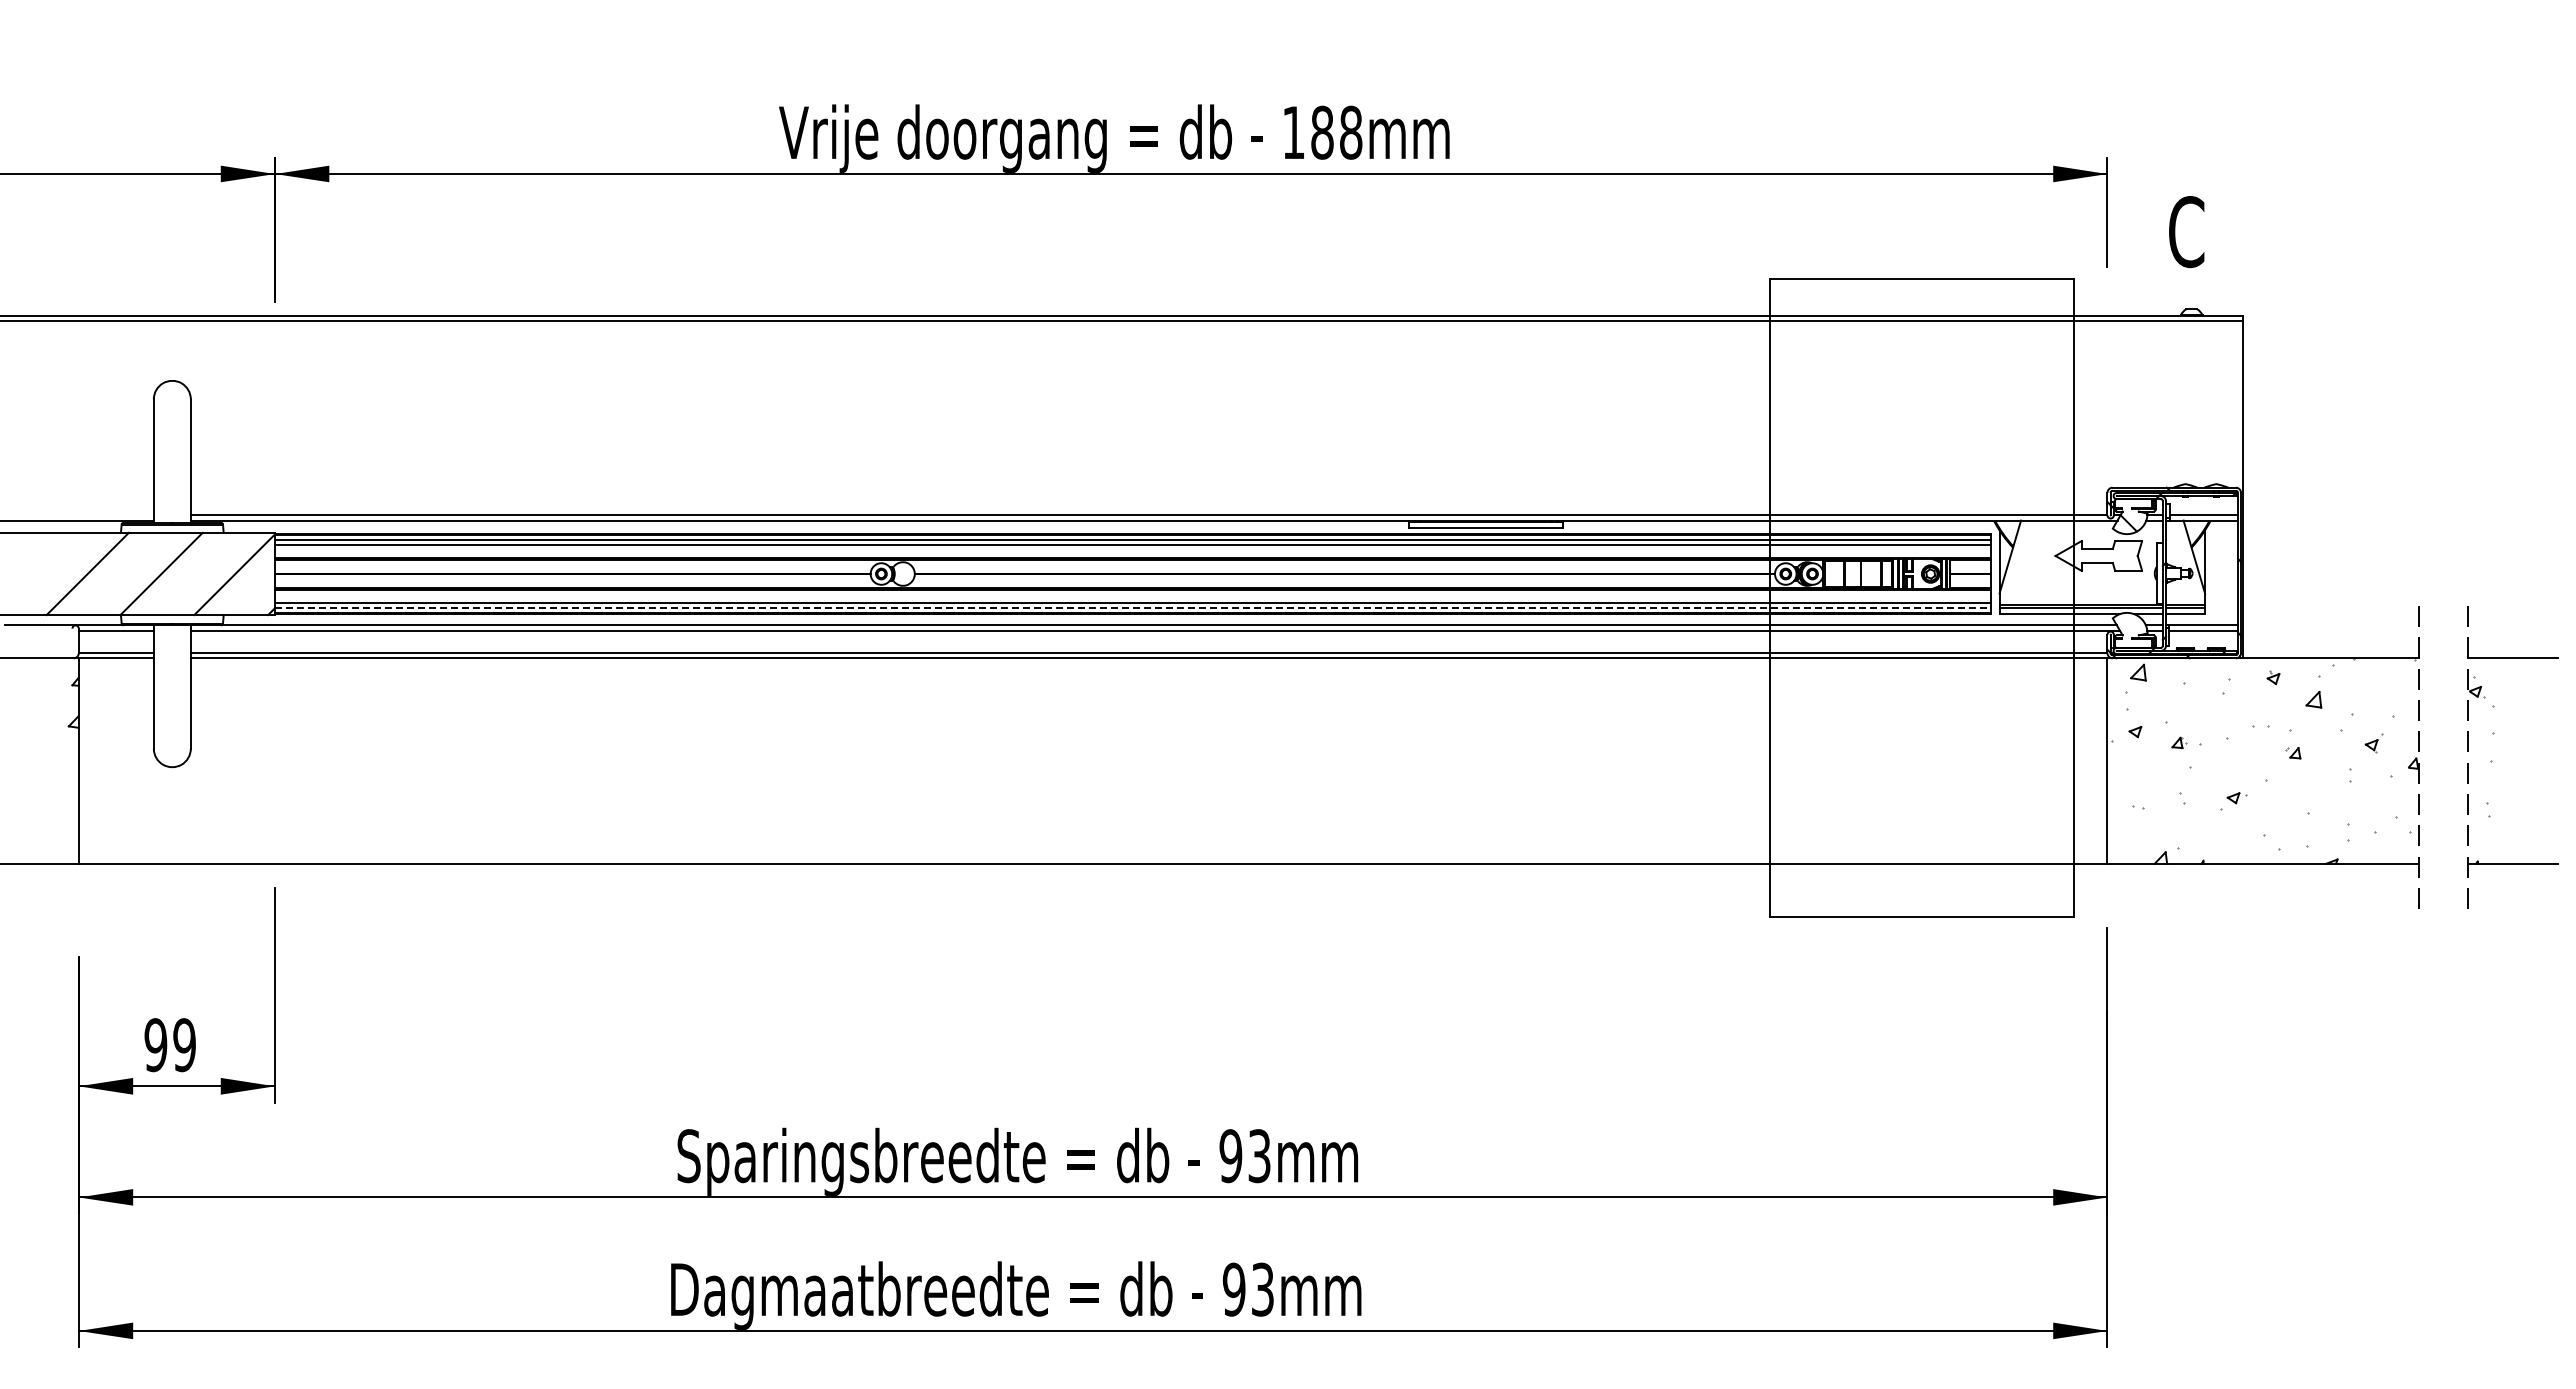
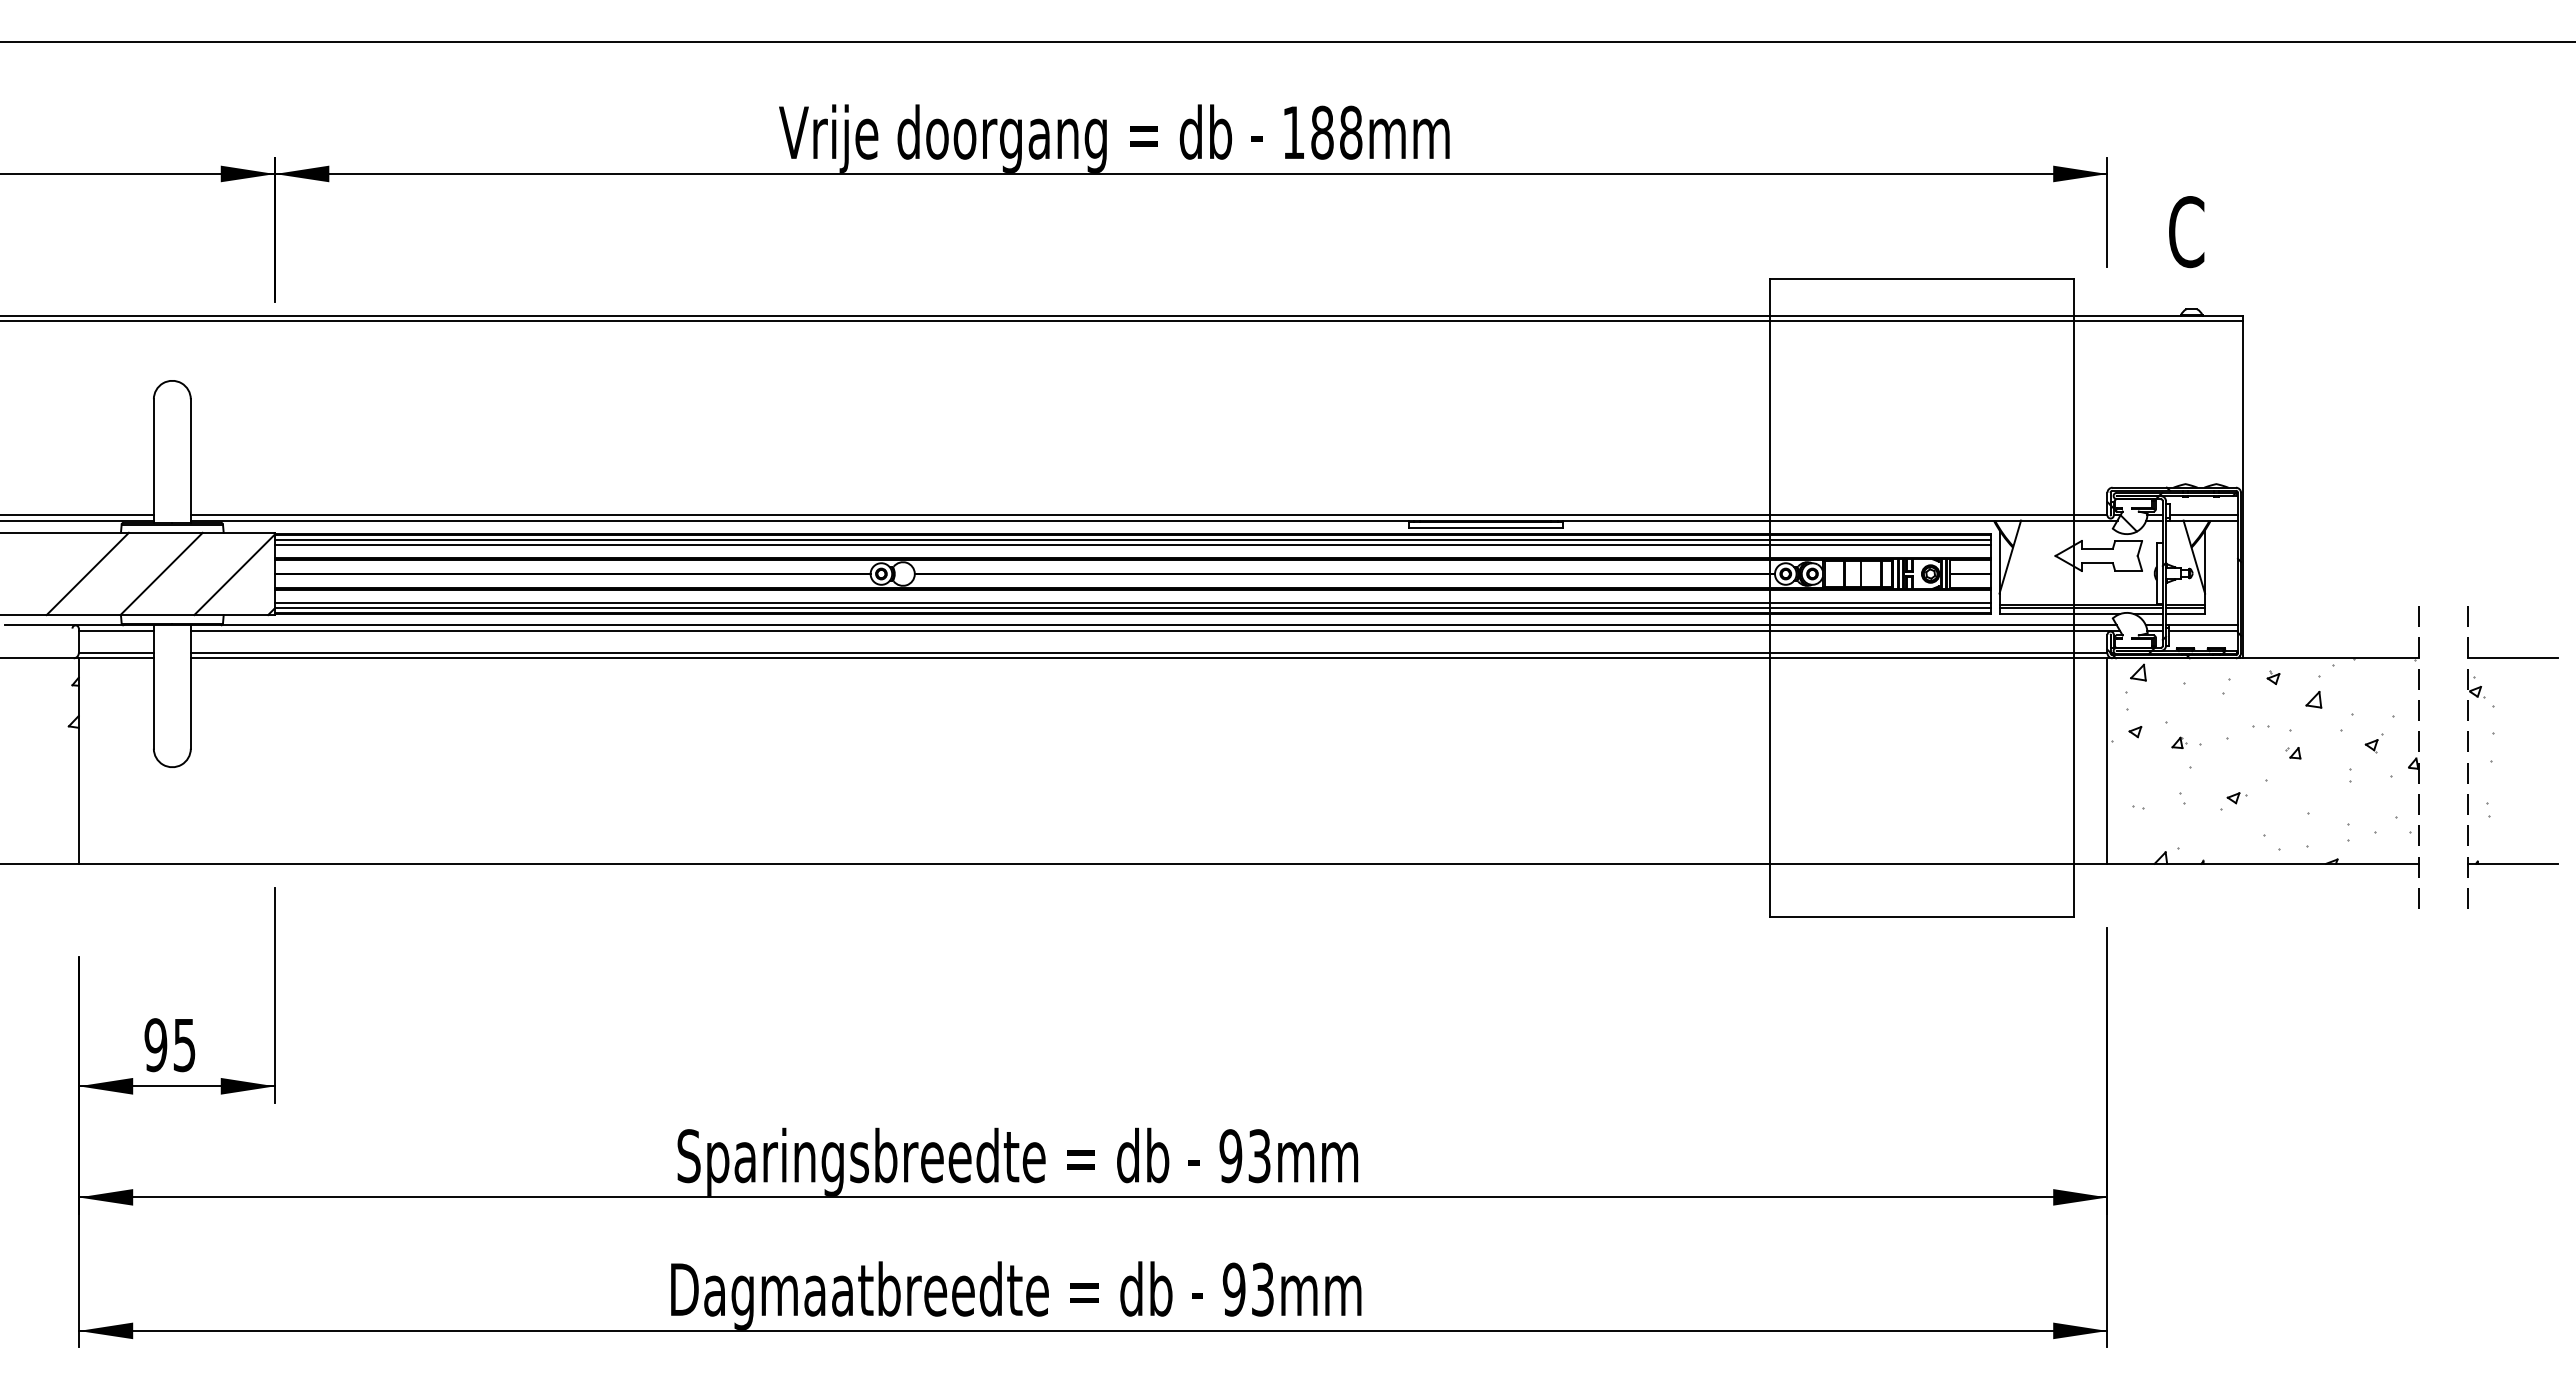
line at (1287, 41): none -> present
line at (77, 515): none -> present
line at (1133, 607): dashed -> solid
text at (184, 1044): 99 -> 95
